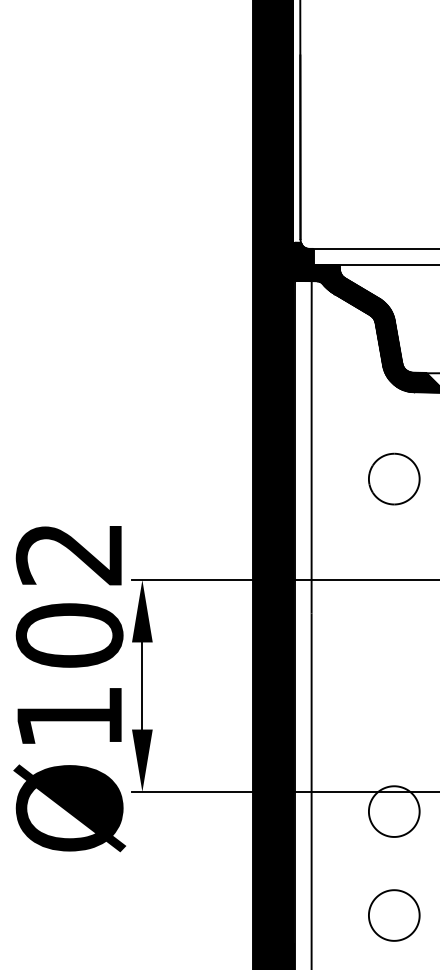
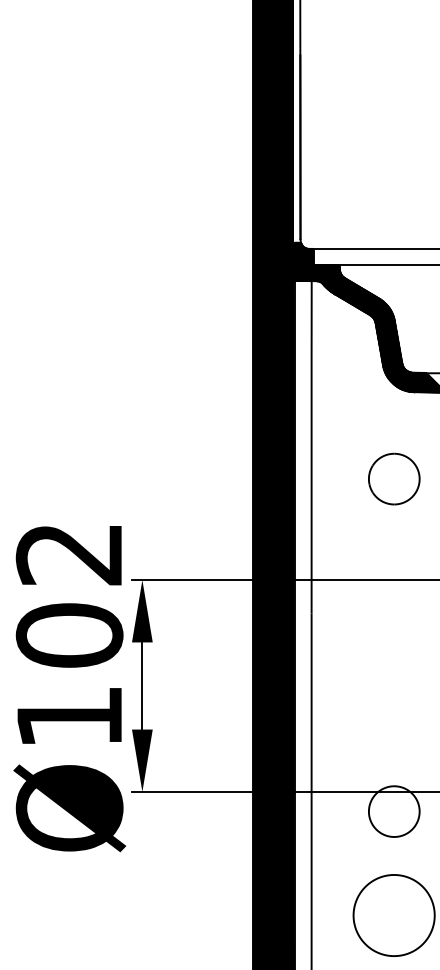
part at (394, 915) size: 53x53 px -> 84x83 px
